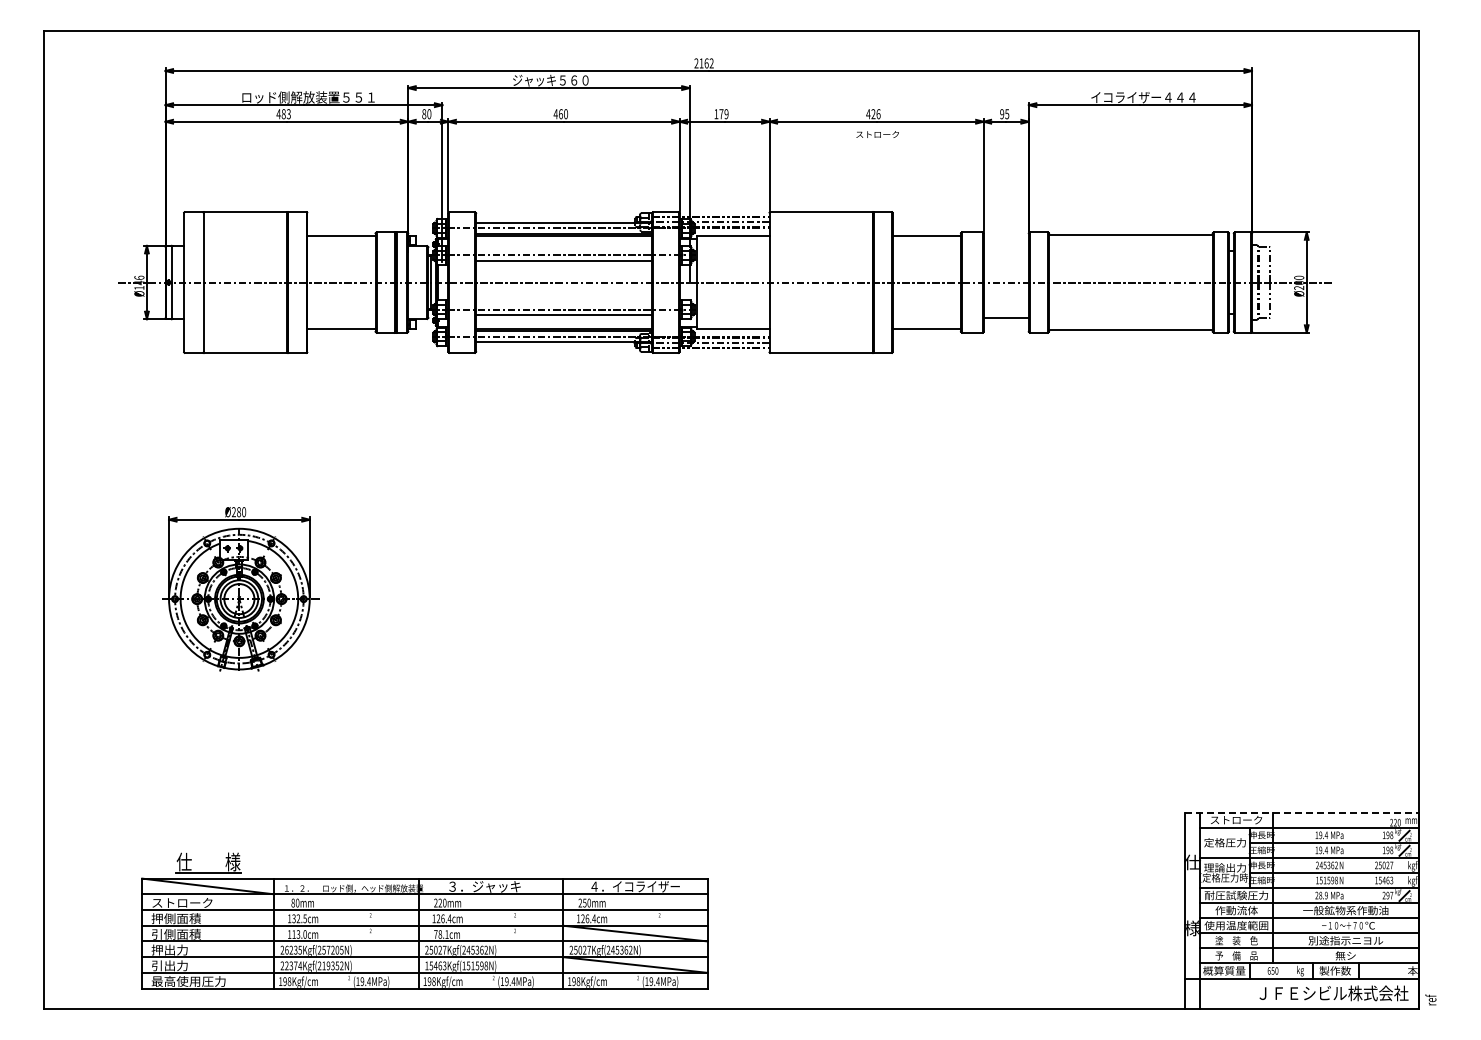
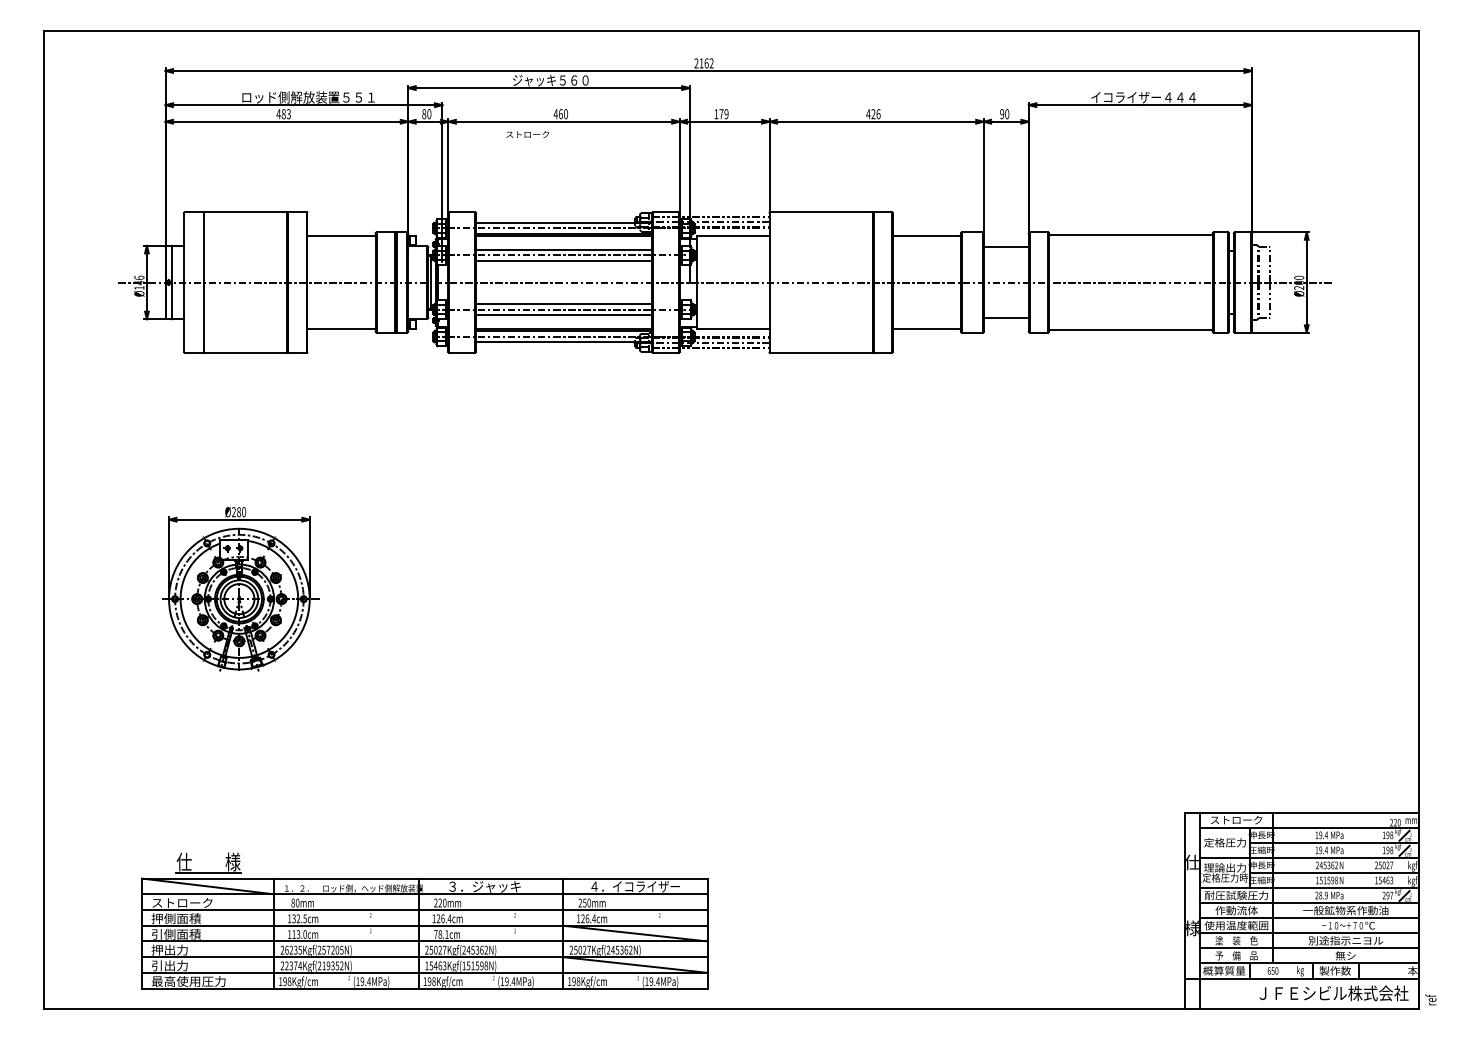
text at (1007, 114): 95 -> 90
text at (877, 134) position: (877, 134) -> (527, 134)
line at (1005, 247): none -> present
line at (563, 249): none -> present
line at (563, 304): none -> present
line at (1301, 812): dashed -> solid
